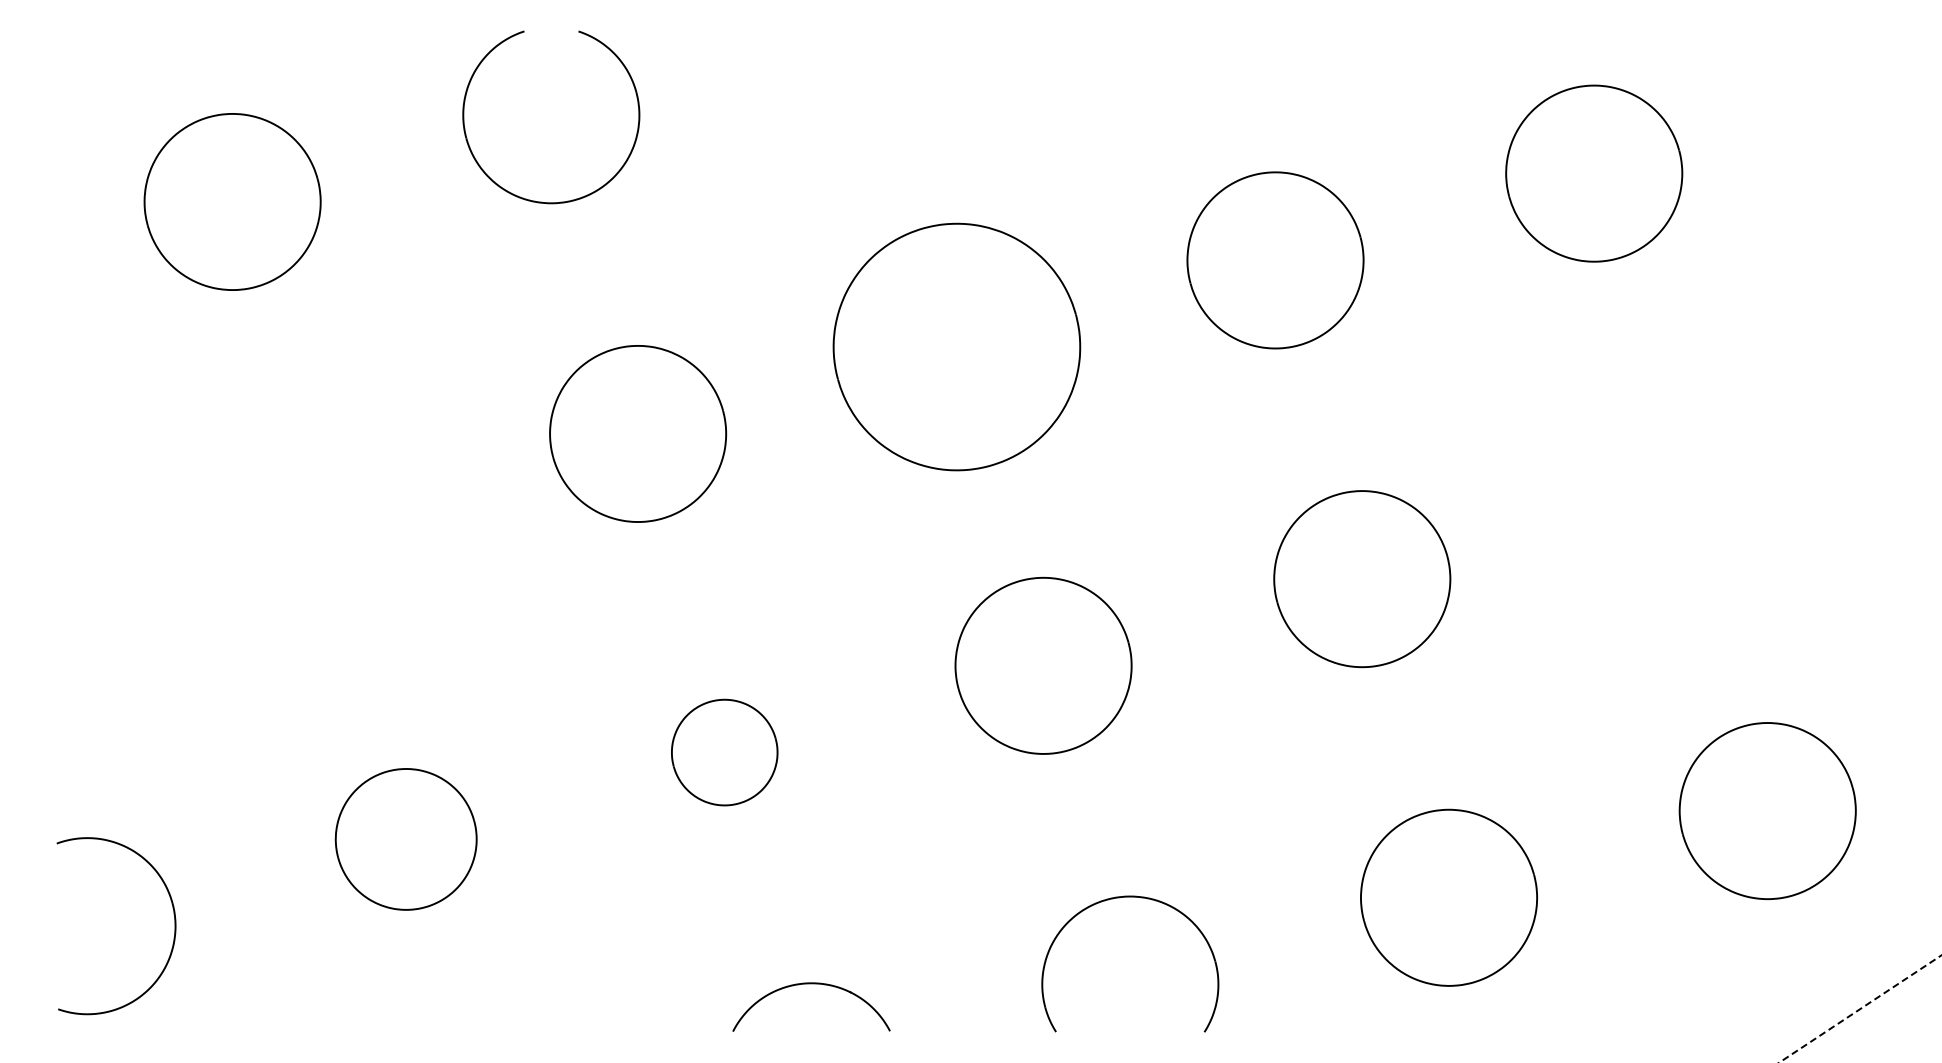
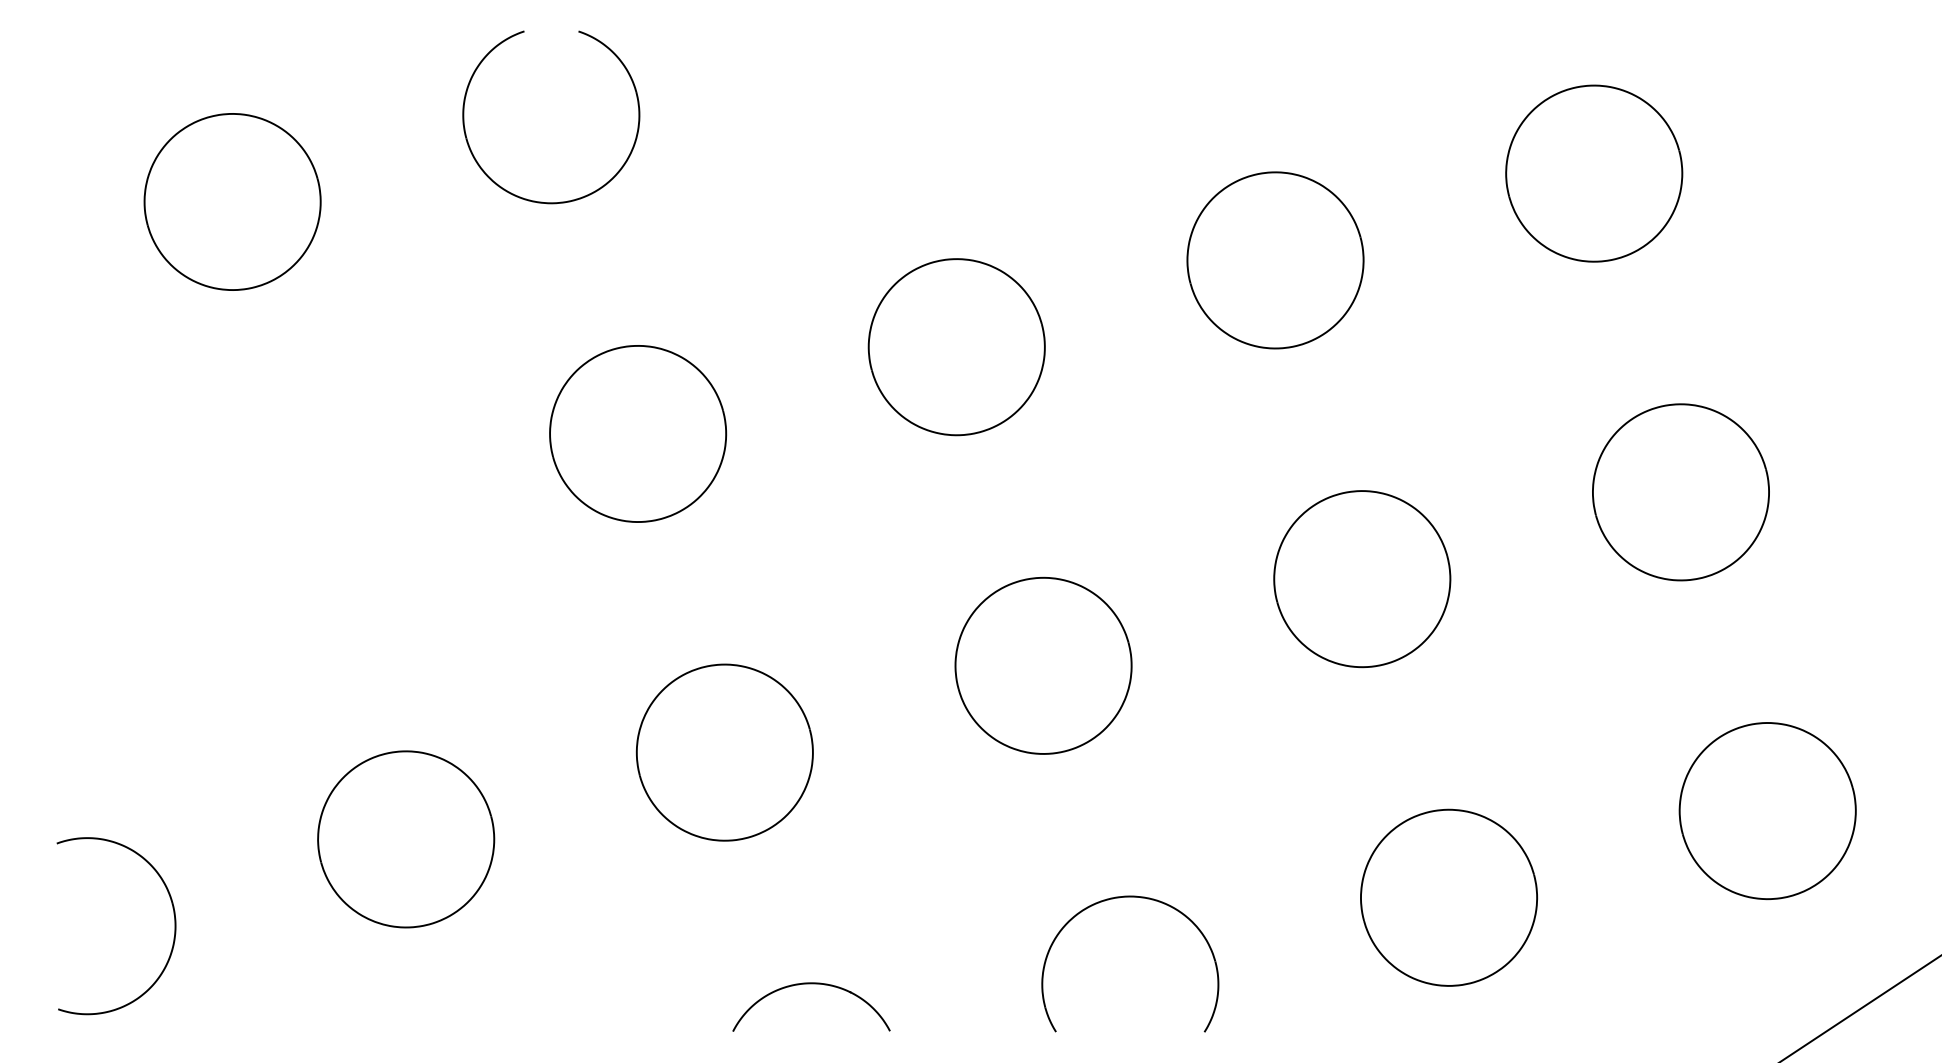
part at (956, 346) size: 250x250 px -> 179x179 px
part at (1680, 492): none -> present
part at (724, 752) size: 108x109 px -> 179x179 px
part at (405, 839) size: 144x143 px -> 179x179 px
line at (1861, 1008): dashed -> solid
